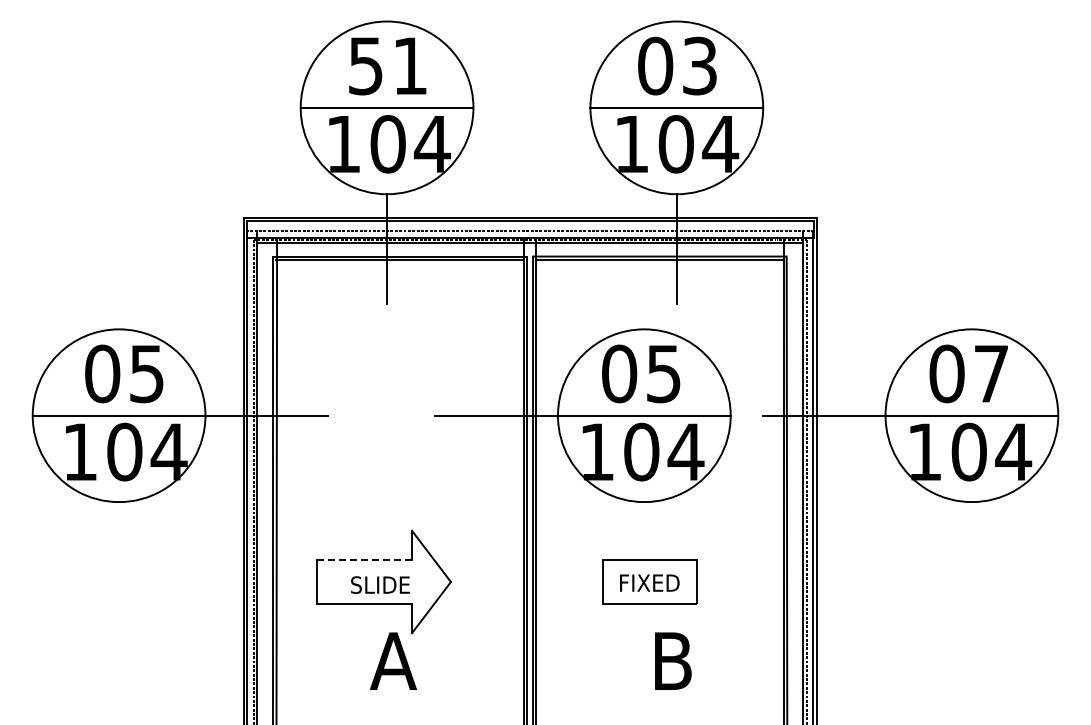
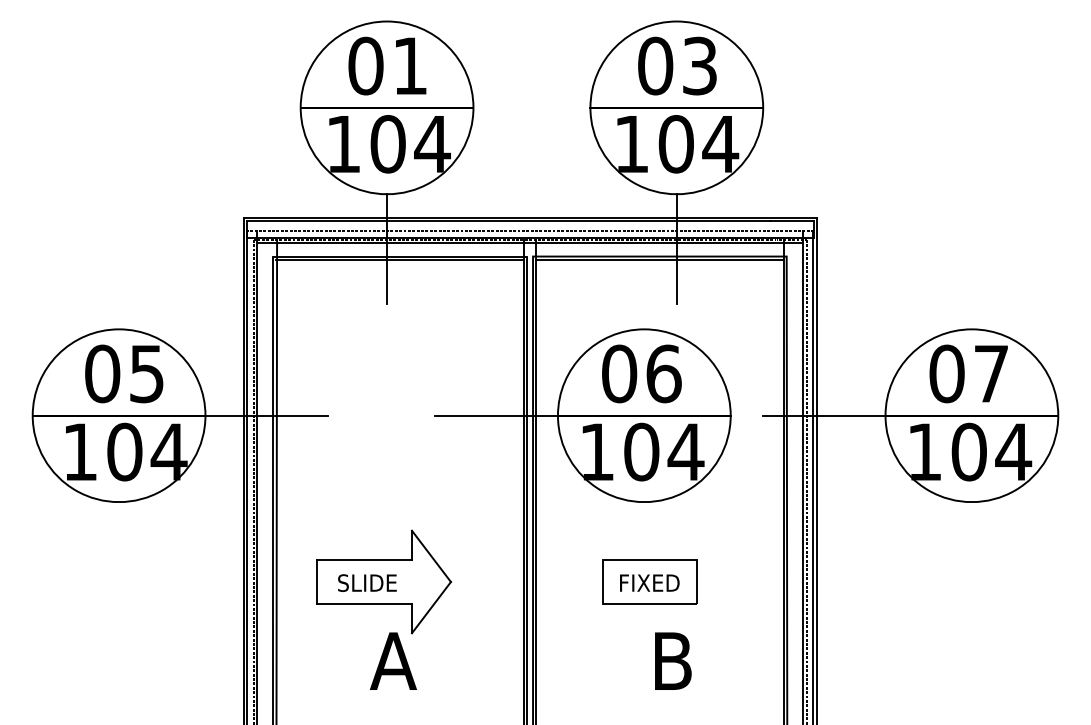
text at (365, 65): 51 -> 01
text at (663, 373): 05 -> 06
line at (365, 559): dashed -> solid
text at (380, 584) position: (380, 584) -> (367, 582)
